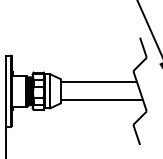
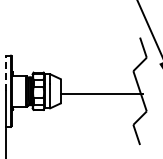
line at (6, 73): solid -> dashed
line at (98, 82): present -> none
line at (101, 100) position: (101, 100) -> (101, 94)
